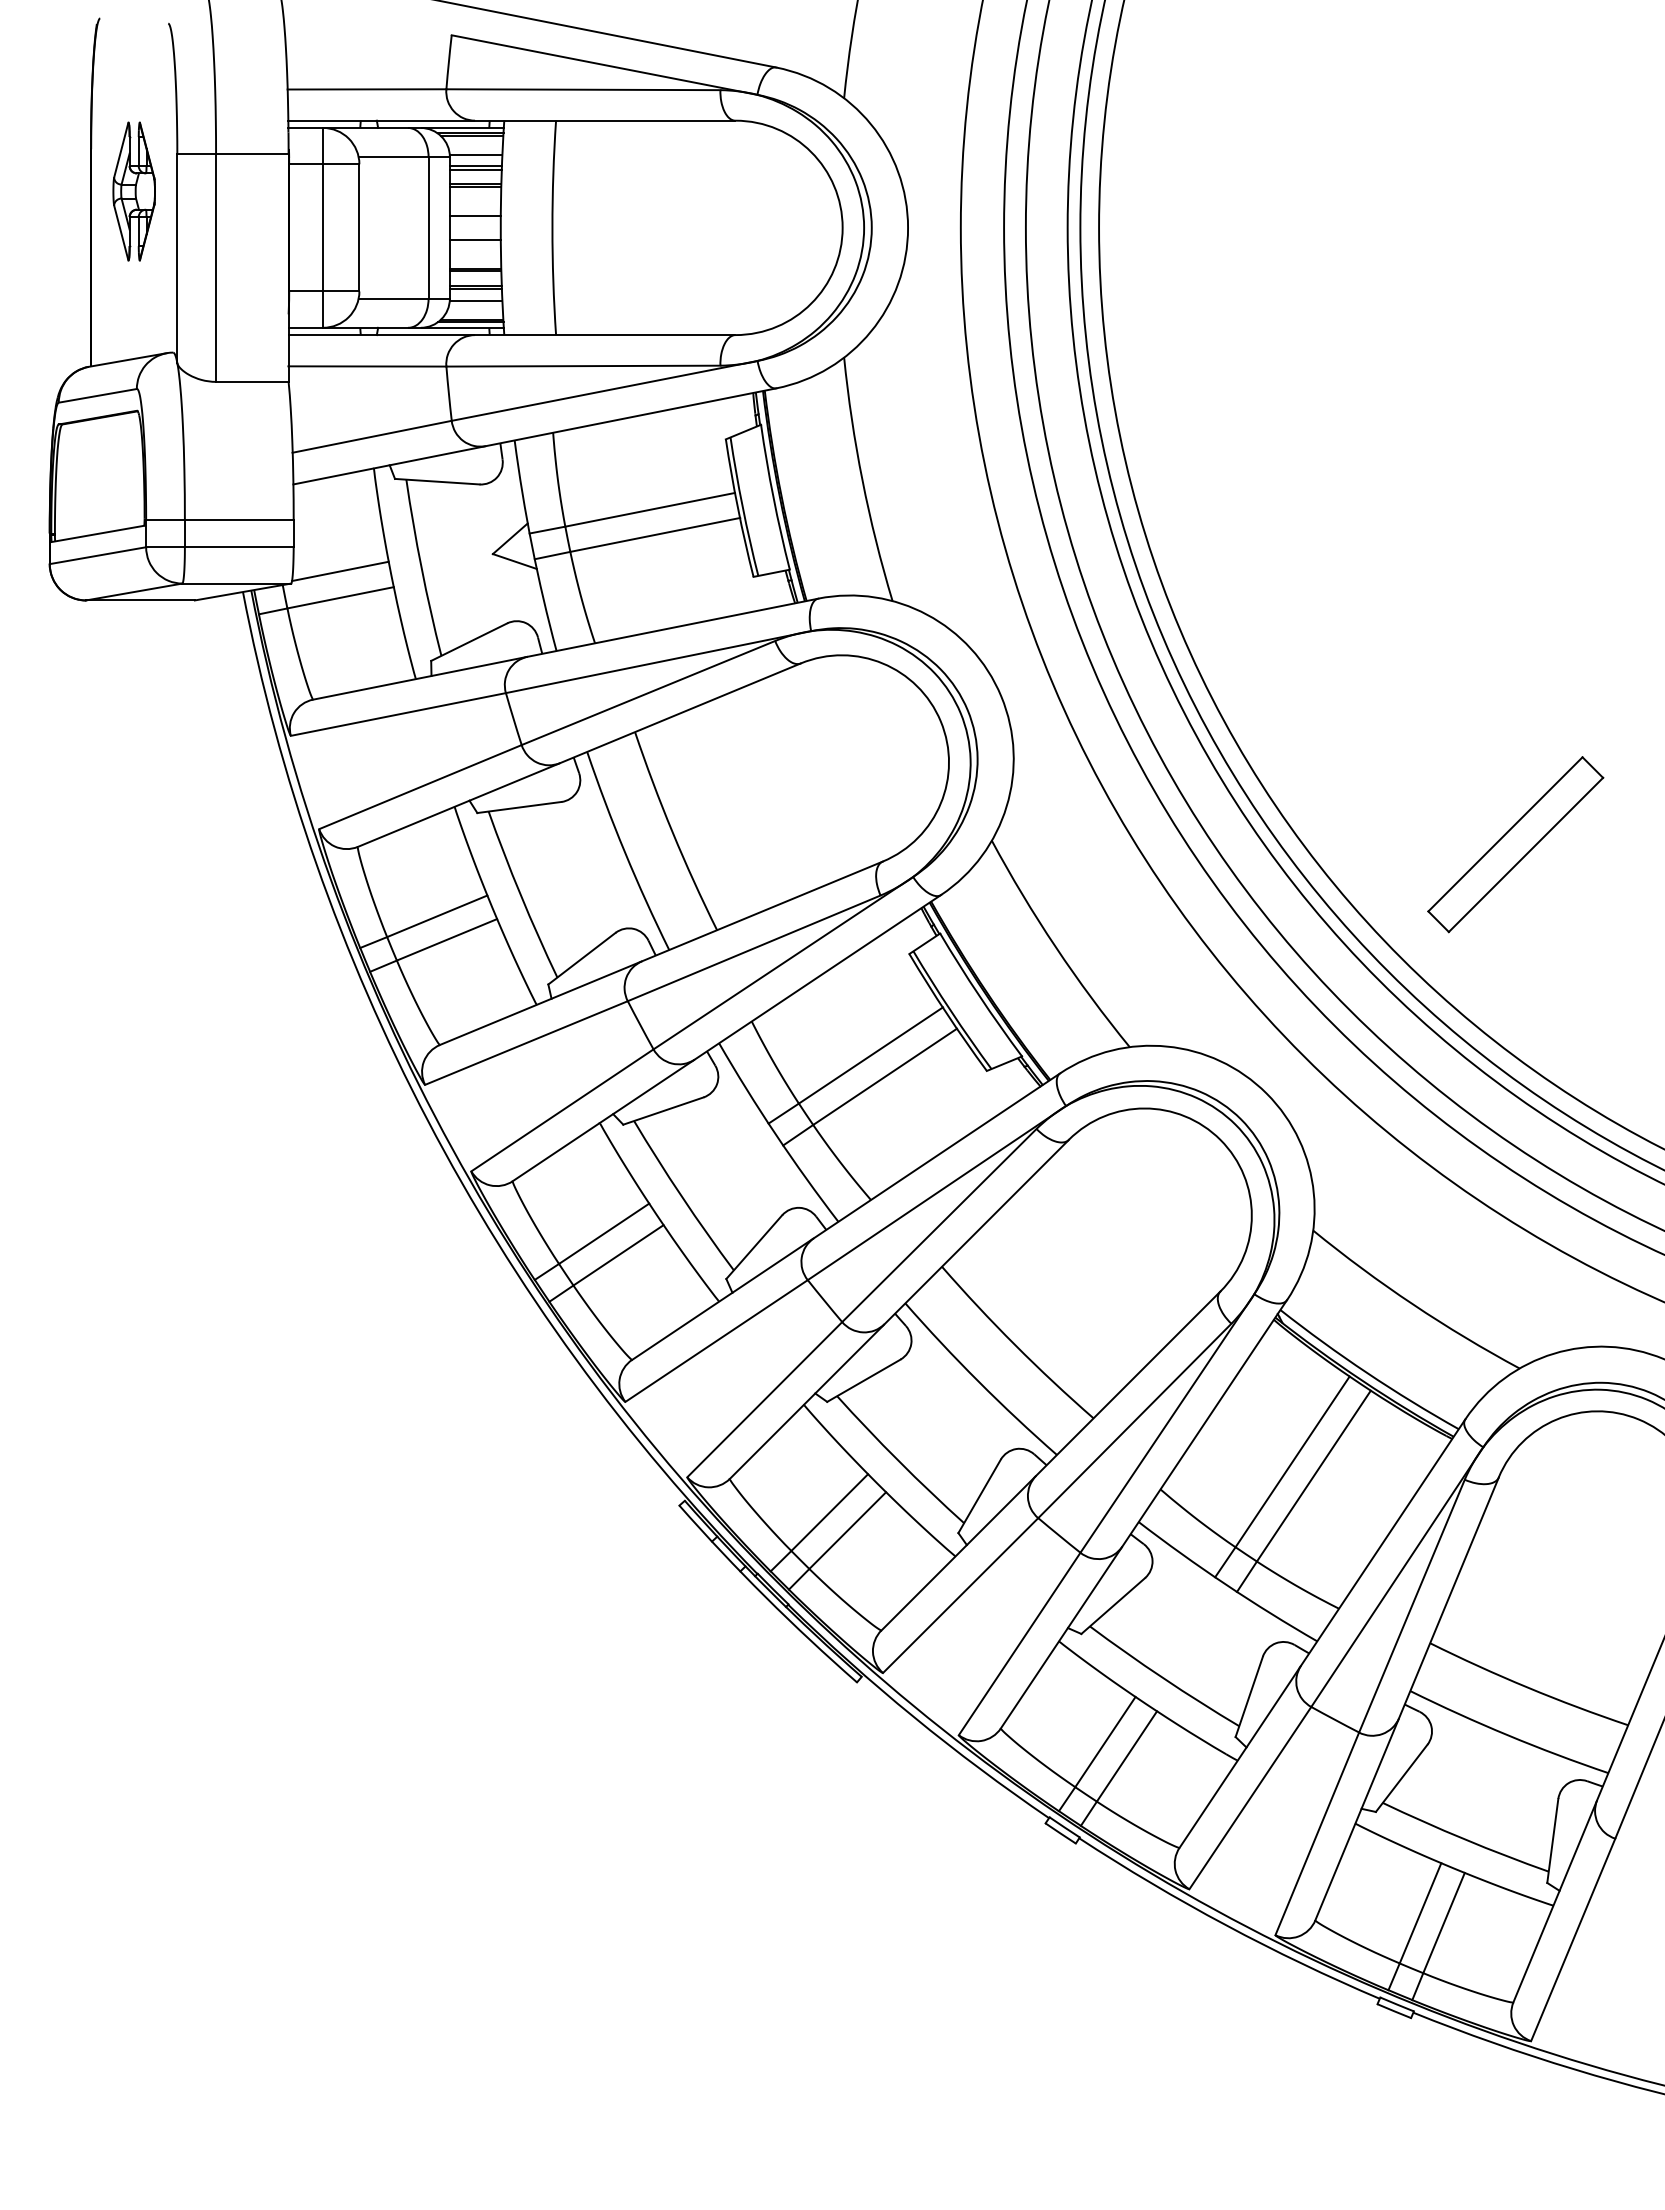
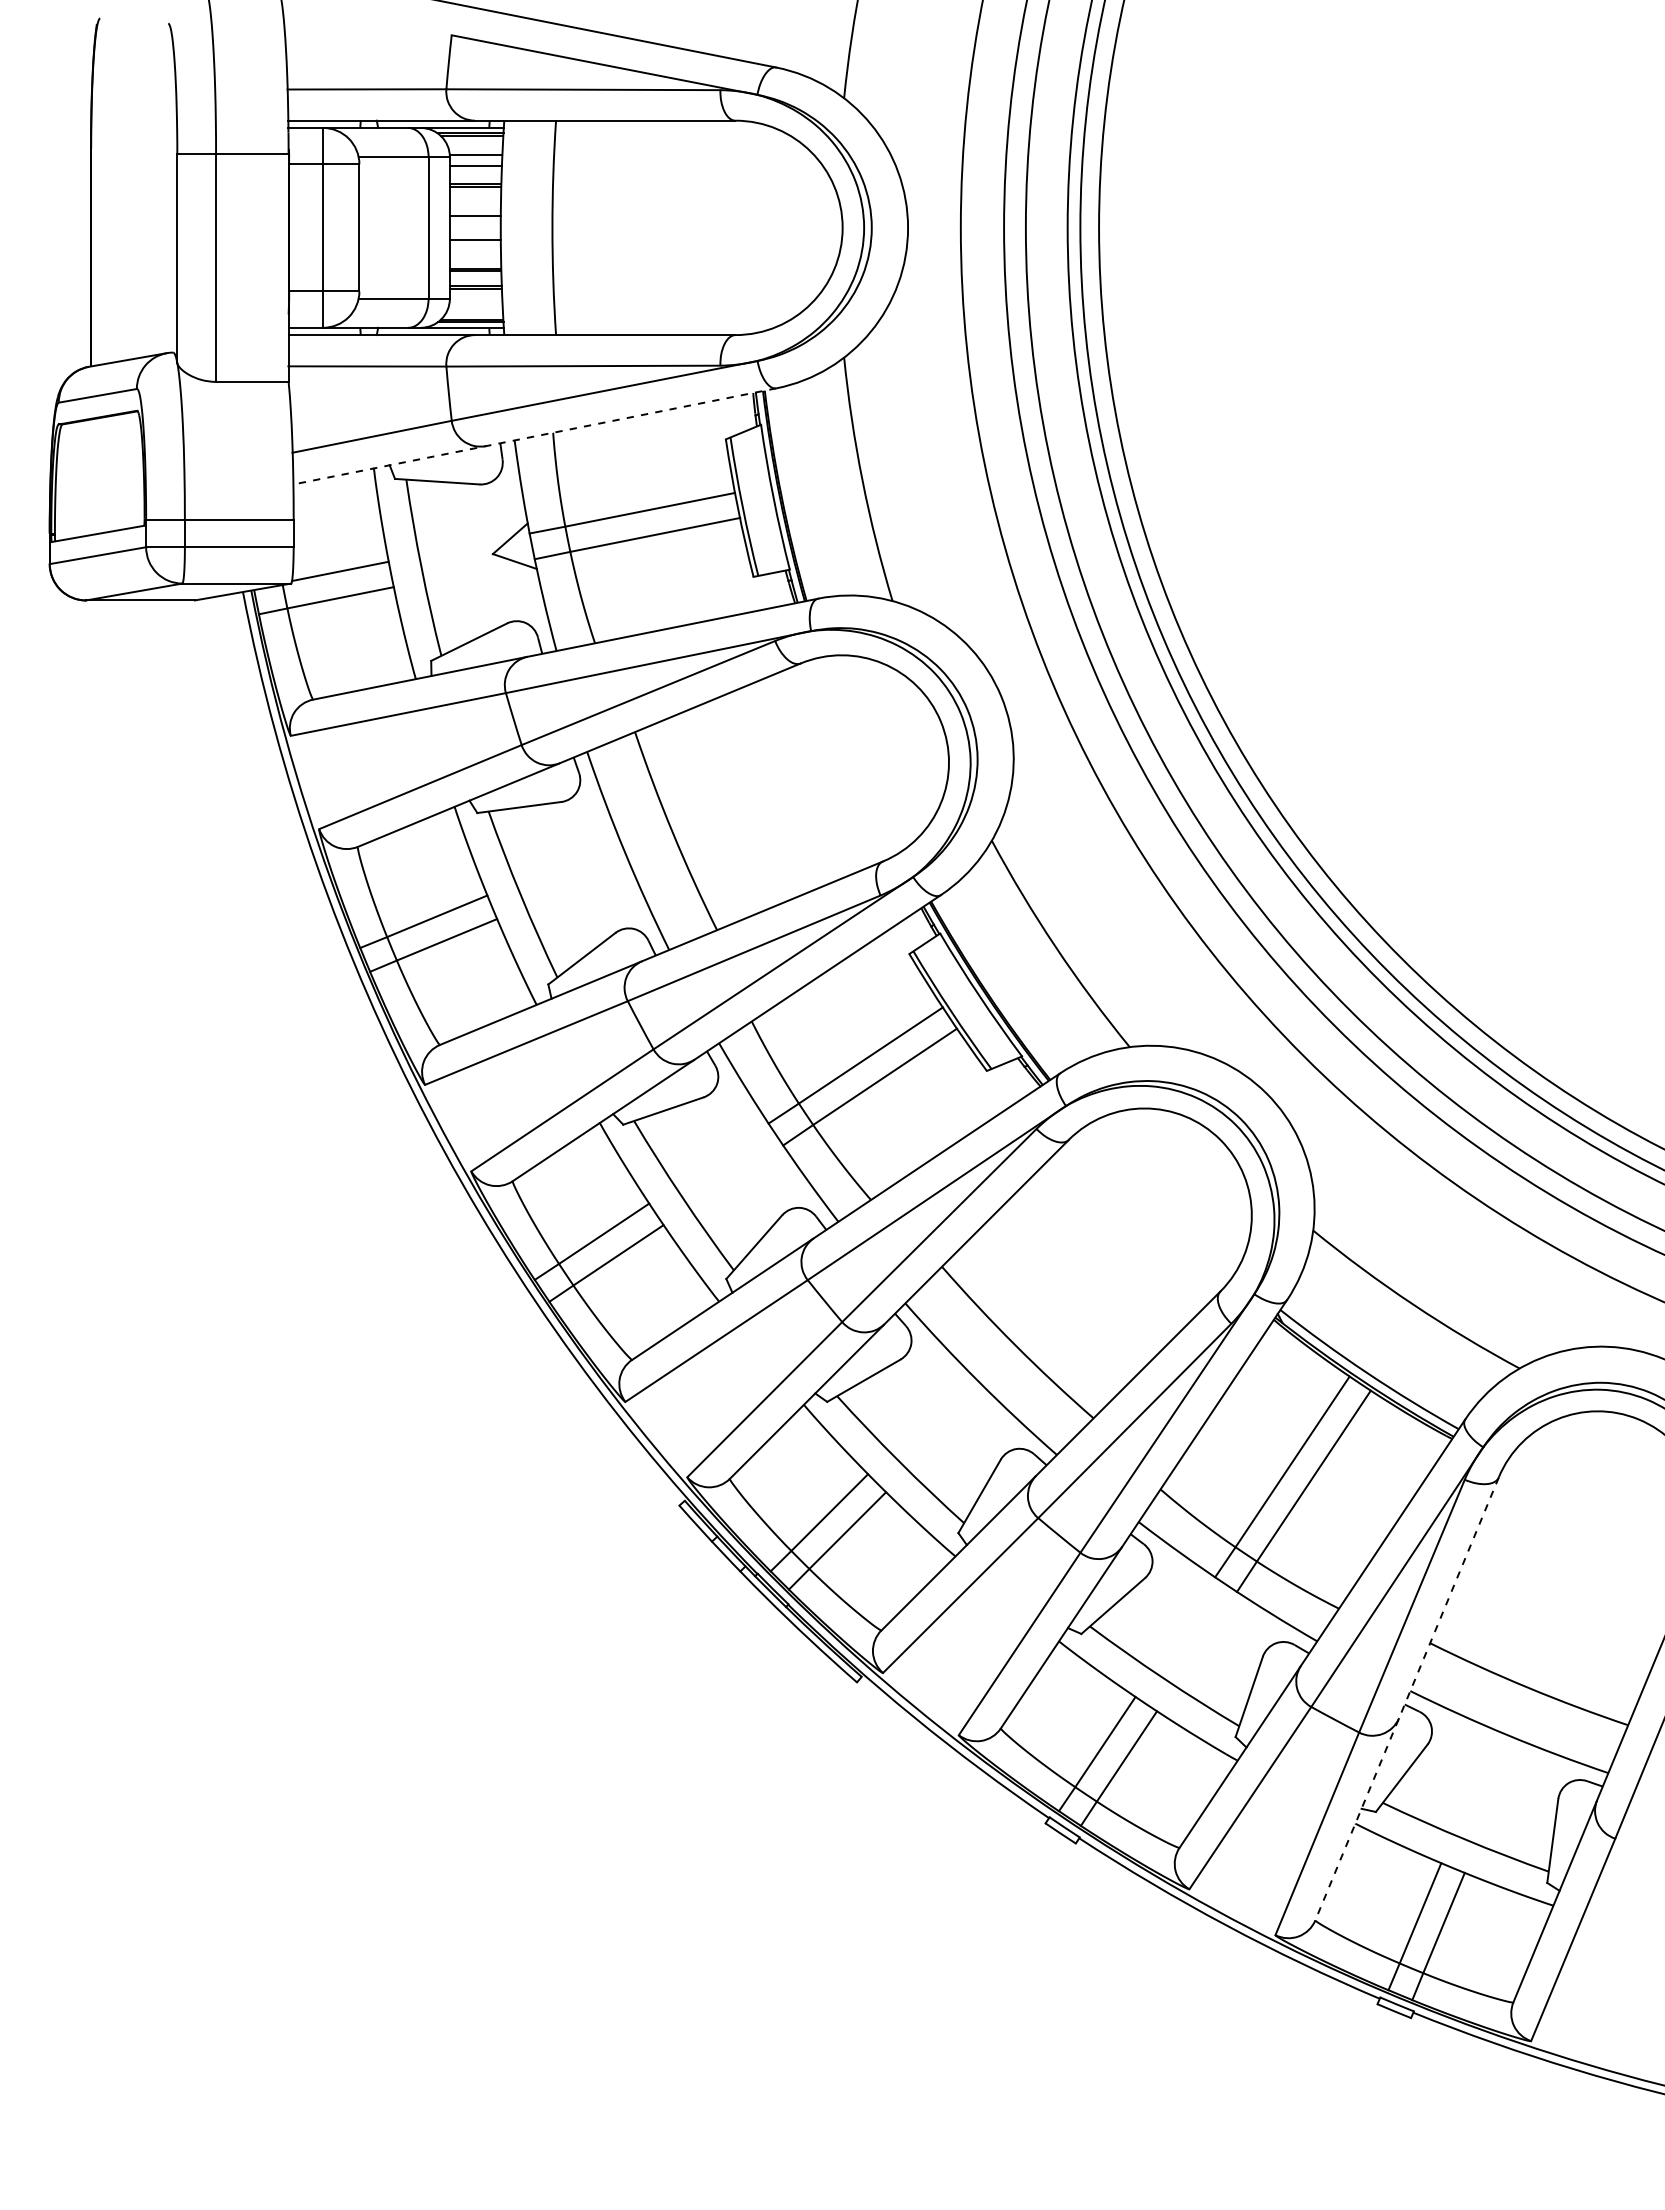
line at (475, 169): present -> none
part at (133, 191): present -> none
line at (475, 301): present -> none
line at (534, 436): solid -> dashed
part at (1515, 844): present -> none
line at (1407, 1698): solid -> dashed
